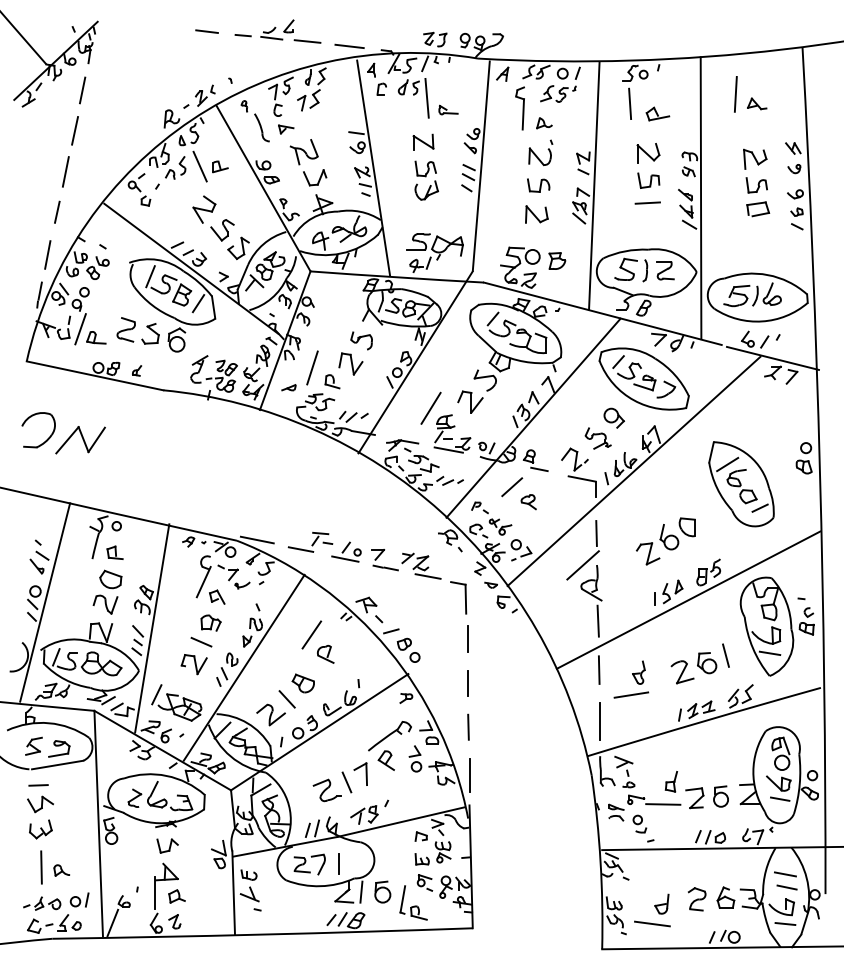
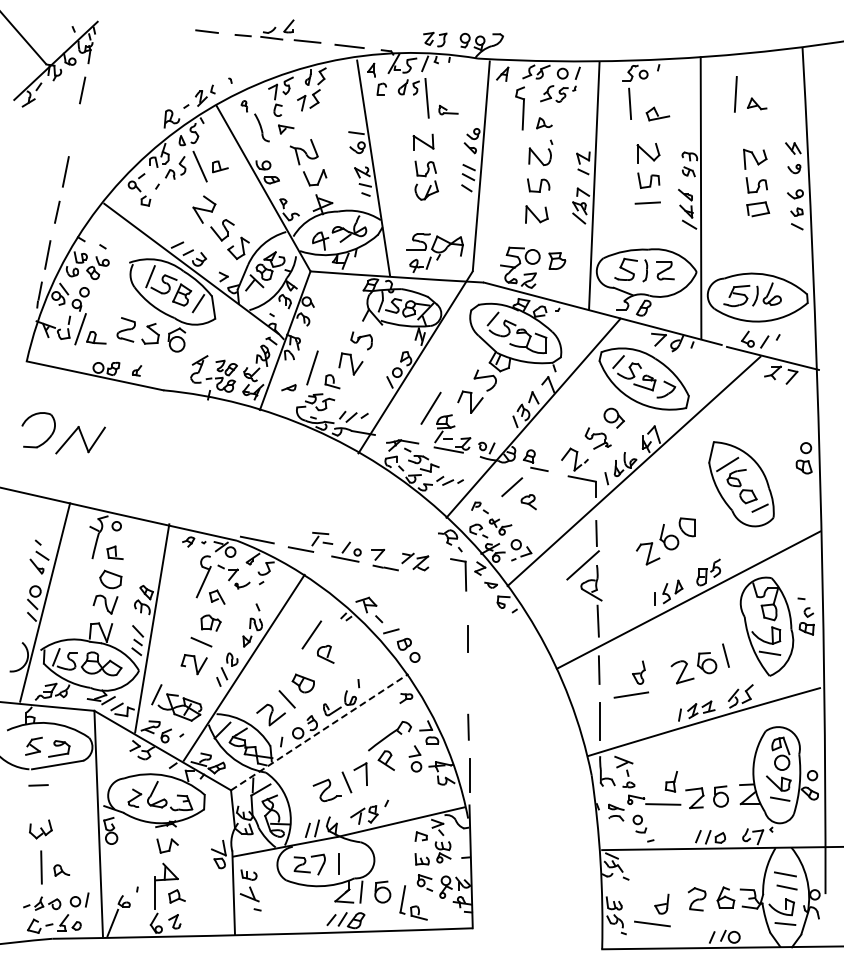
line at (75, 130): present -> none
line at (427, 576): present -> none
part at (464, 596) position: (464, 596) -> (464, 573)
line at (468, 683): present -> none
line at (320, 731): solid -> dashed
part at (40, 804): present -> none
